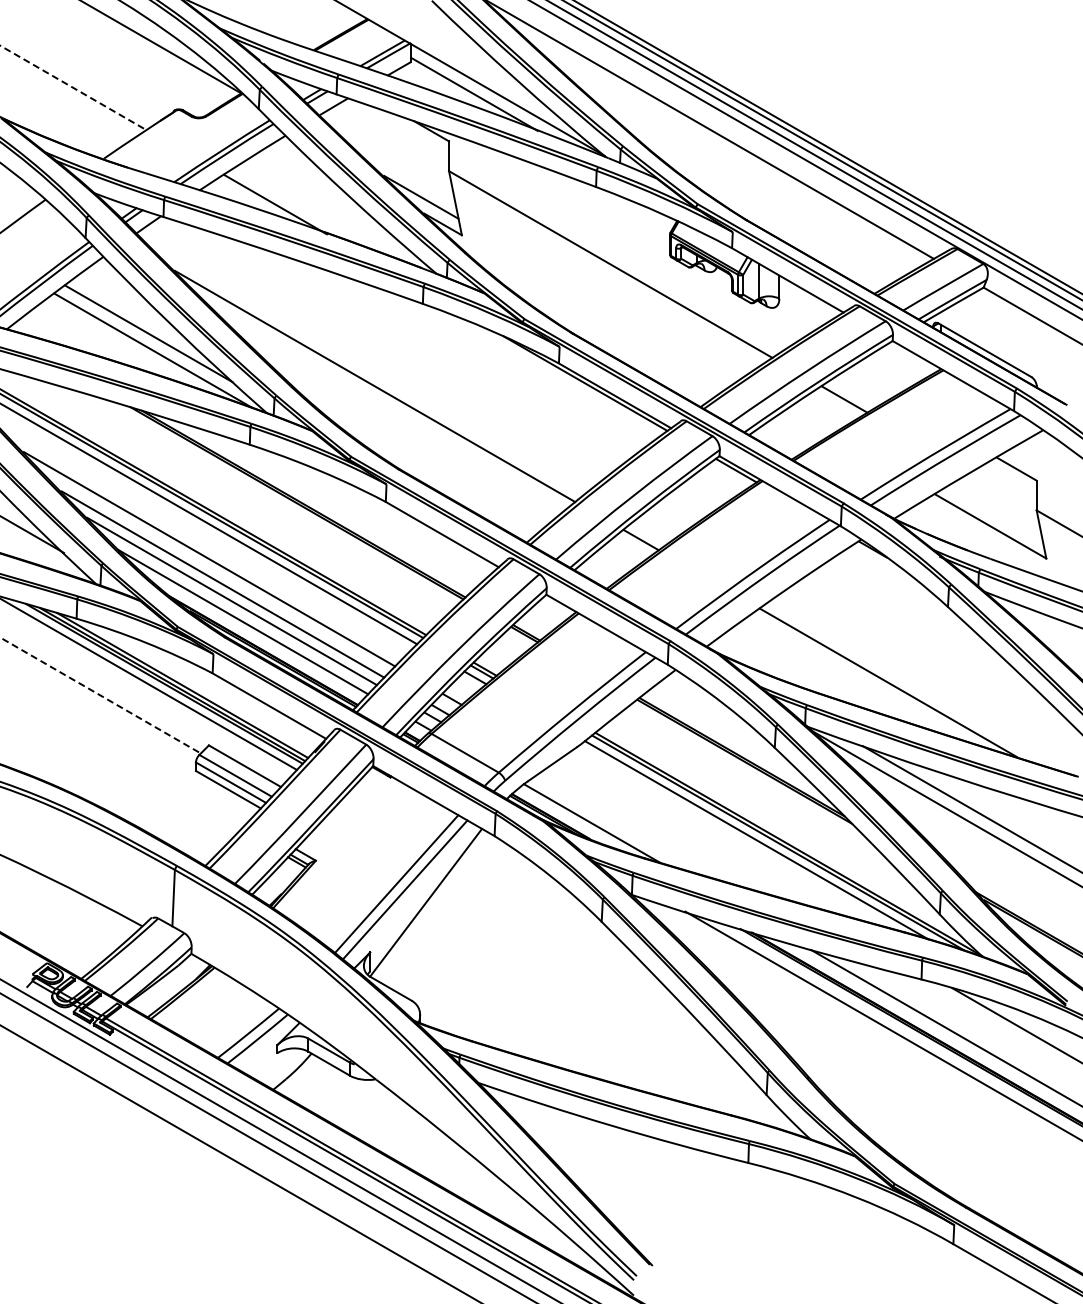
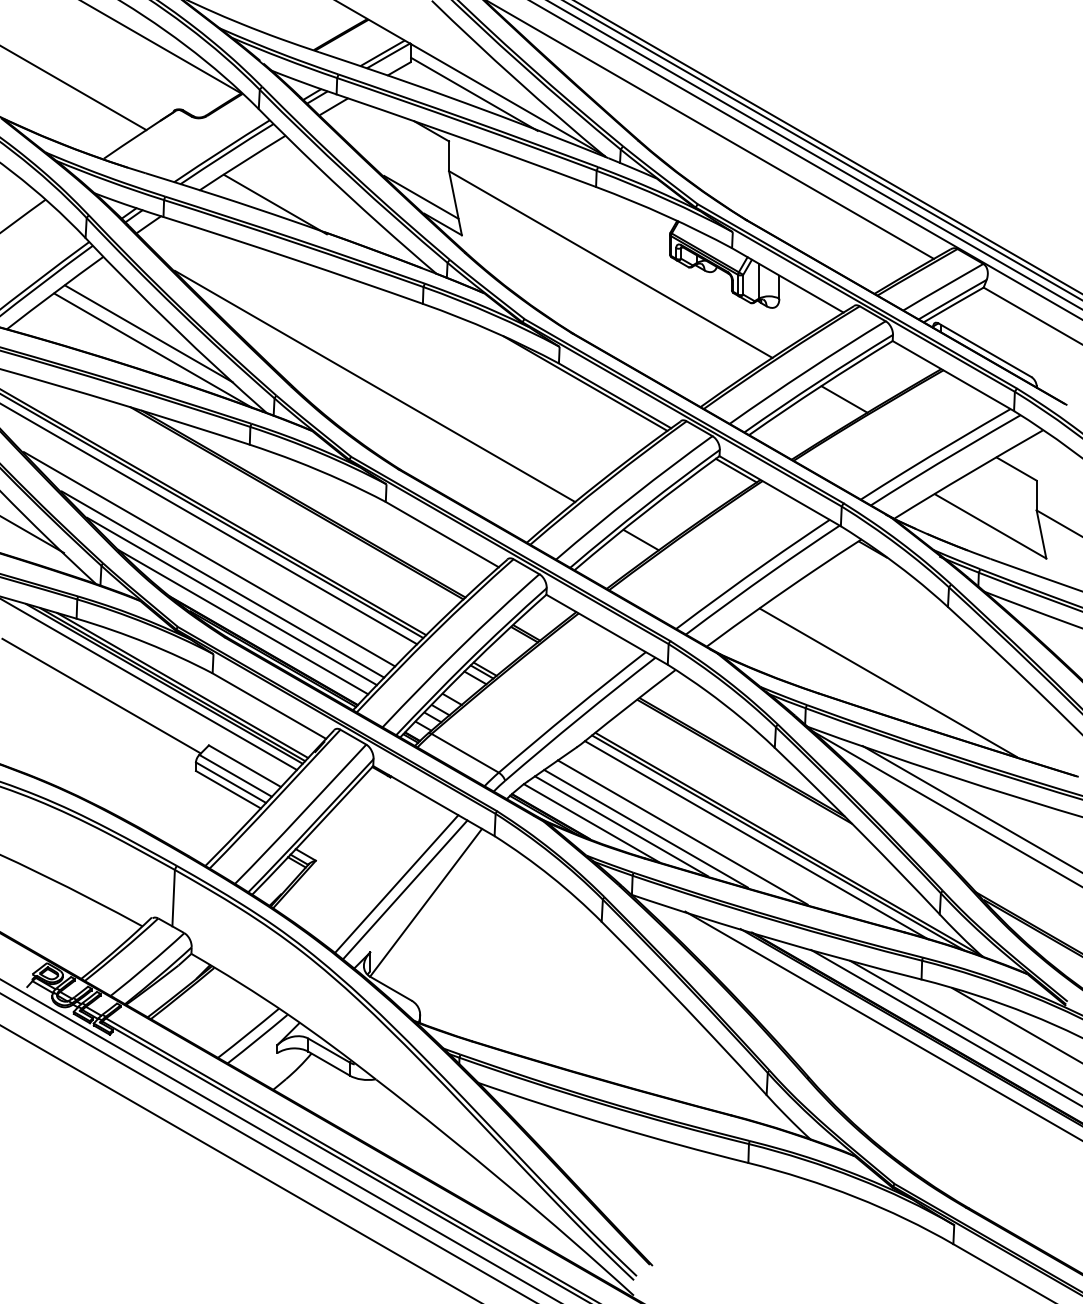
line at (73, 88): dashed -> solid
line at (101, 696): dashed -> solid
line at (620, 826): none -> present
line at (645, 828): none -> present
line at (682, 832): none -> present
line at (964, 1026): none -> present
